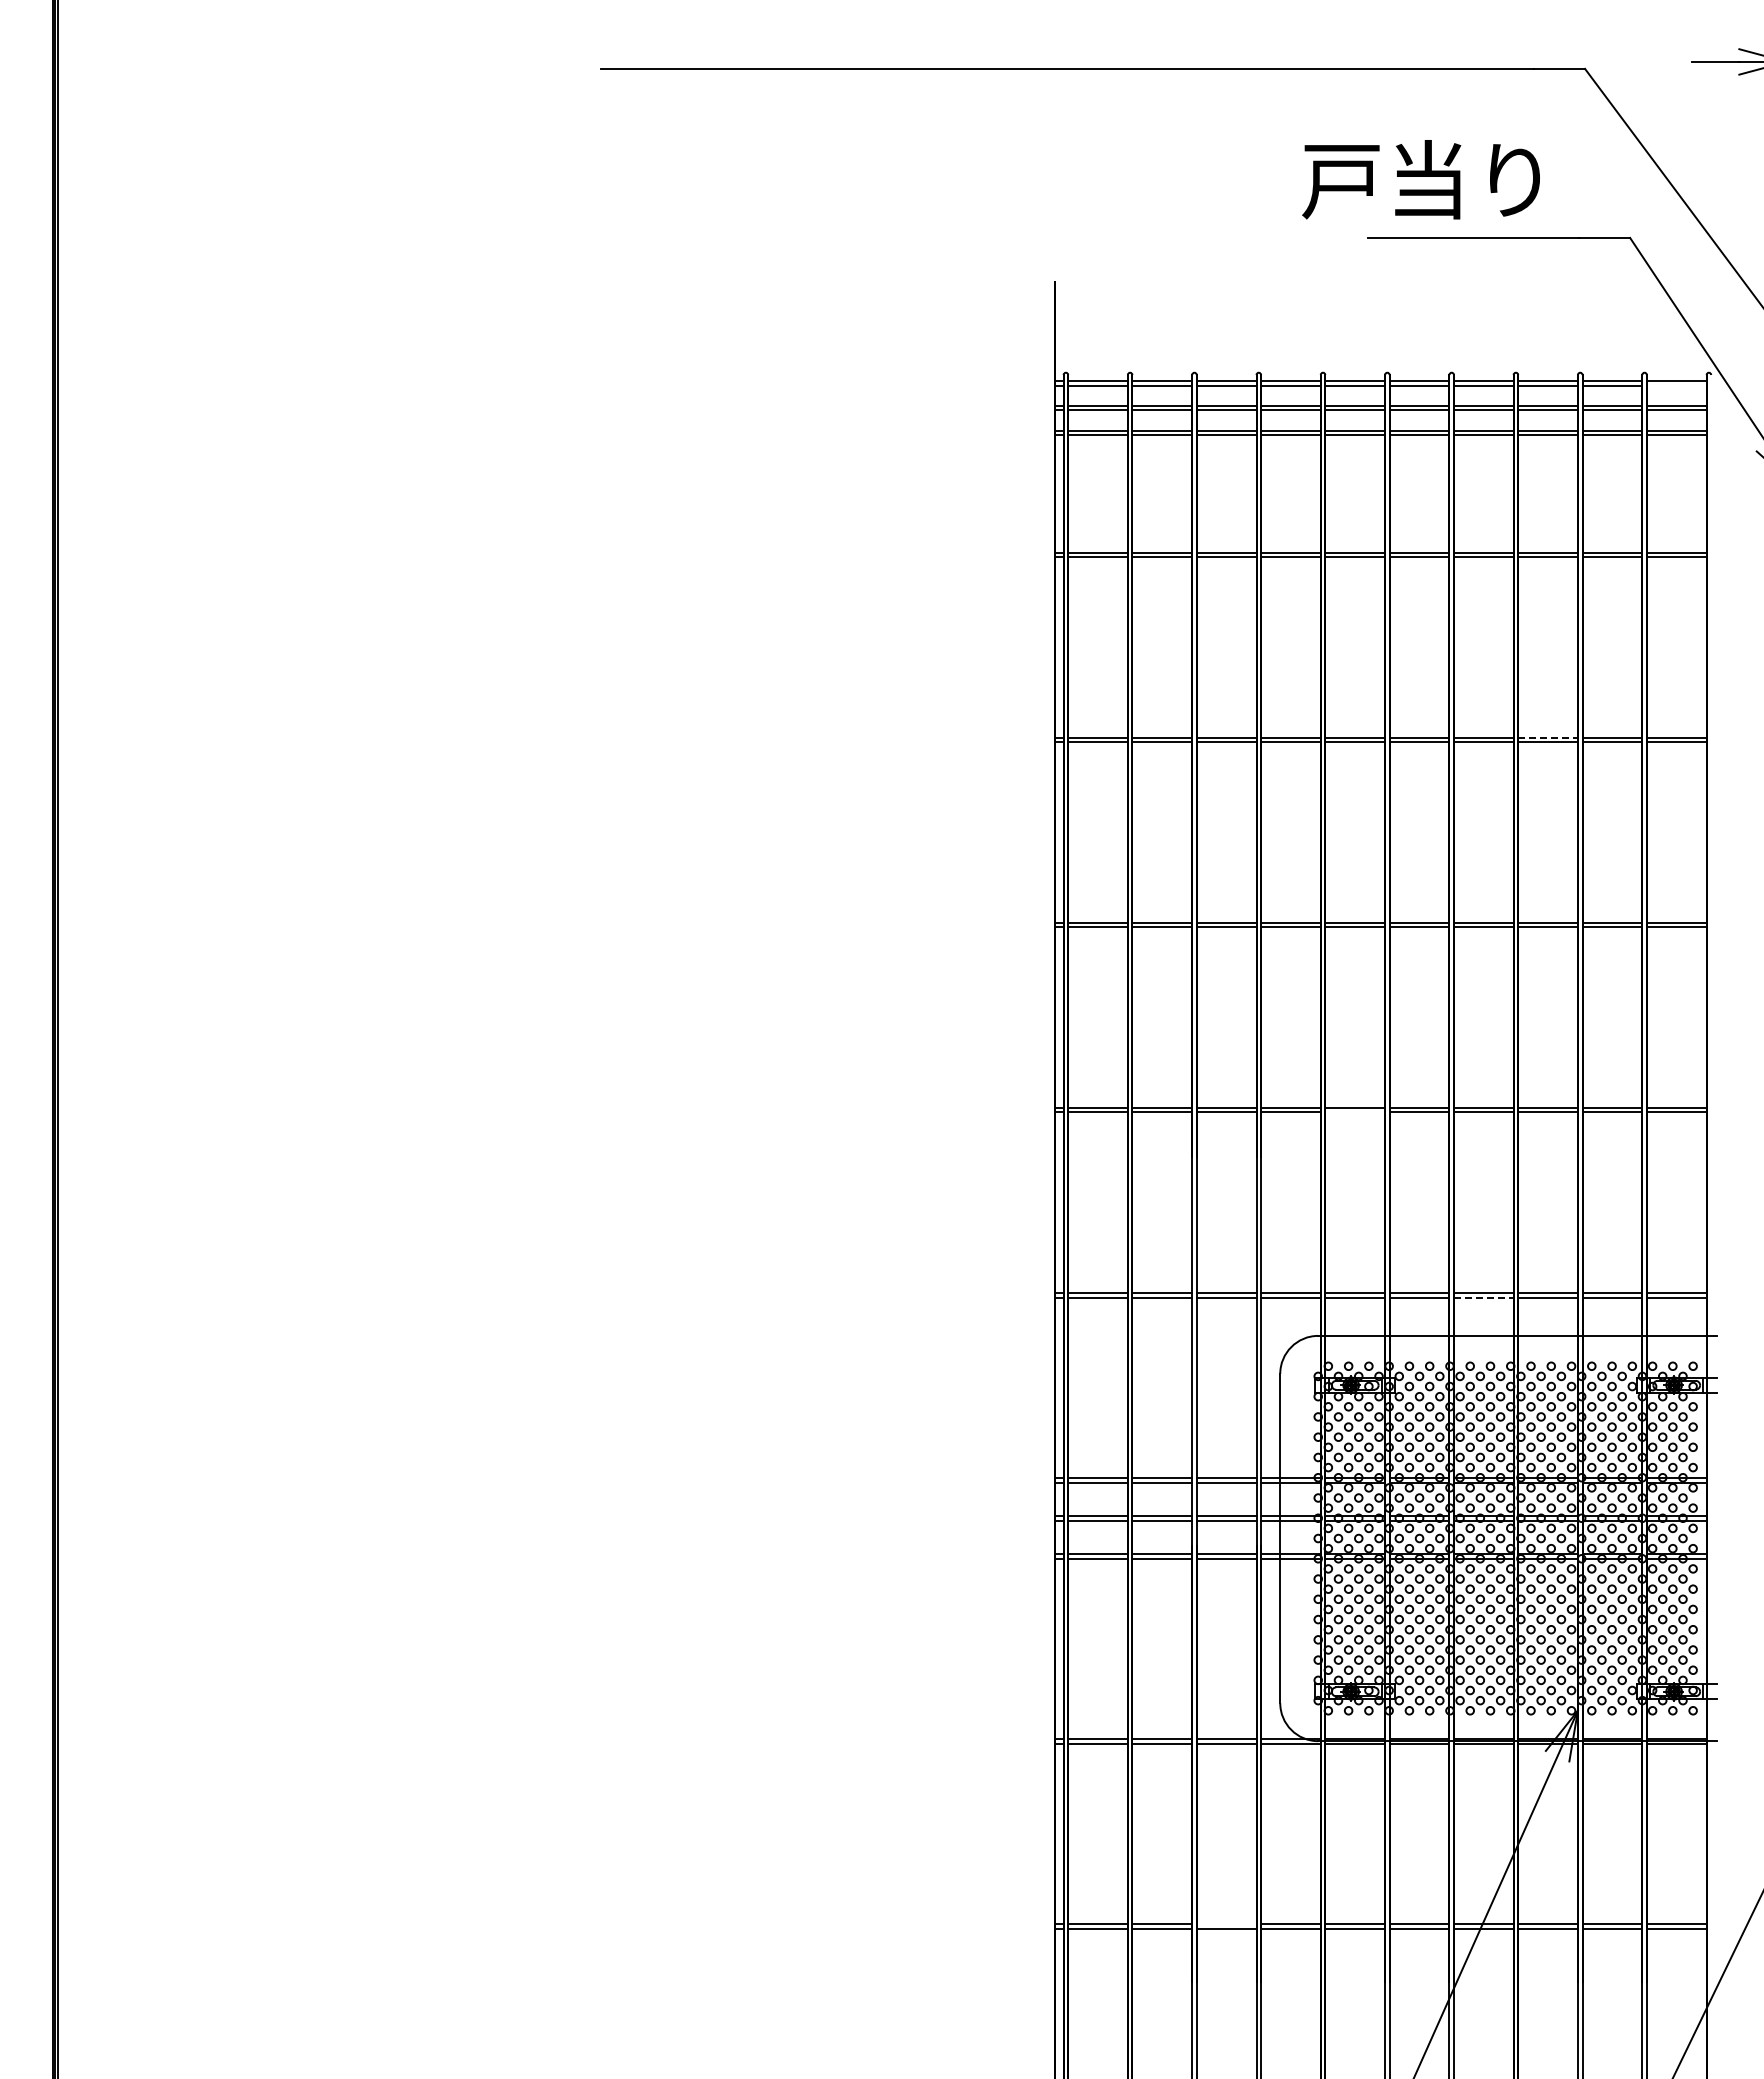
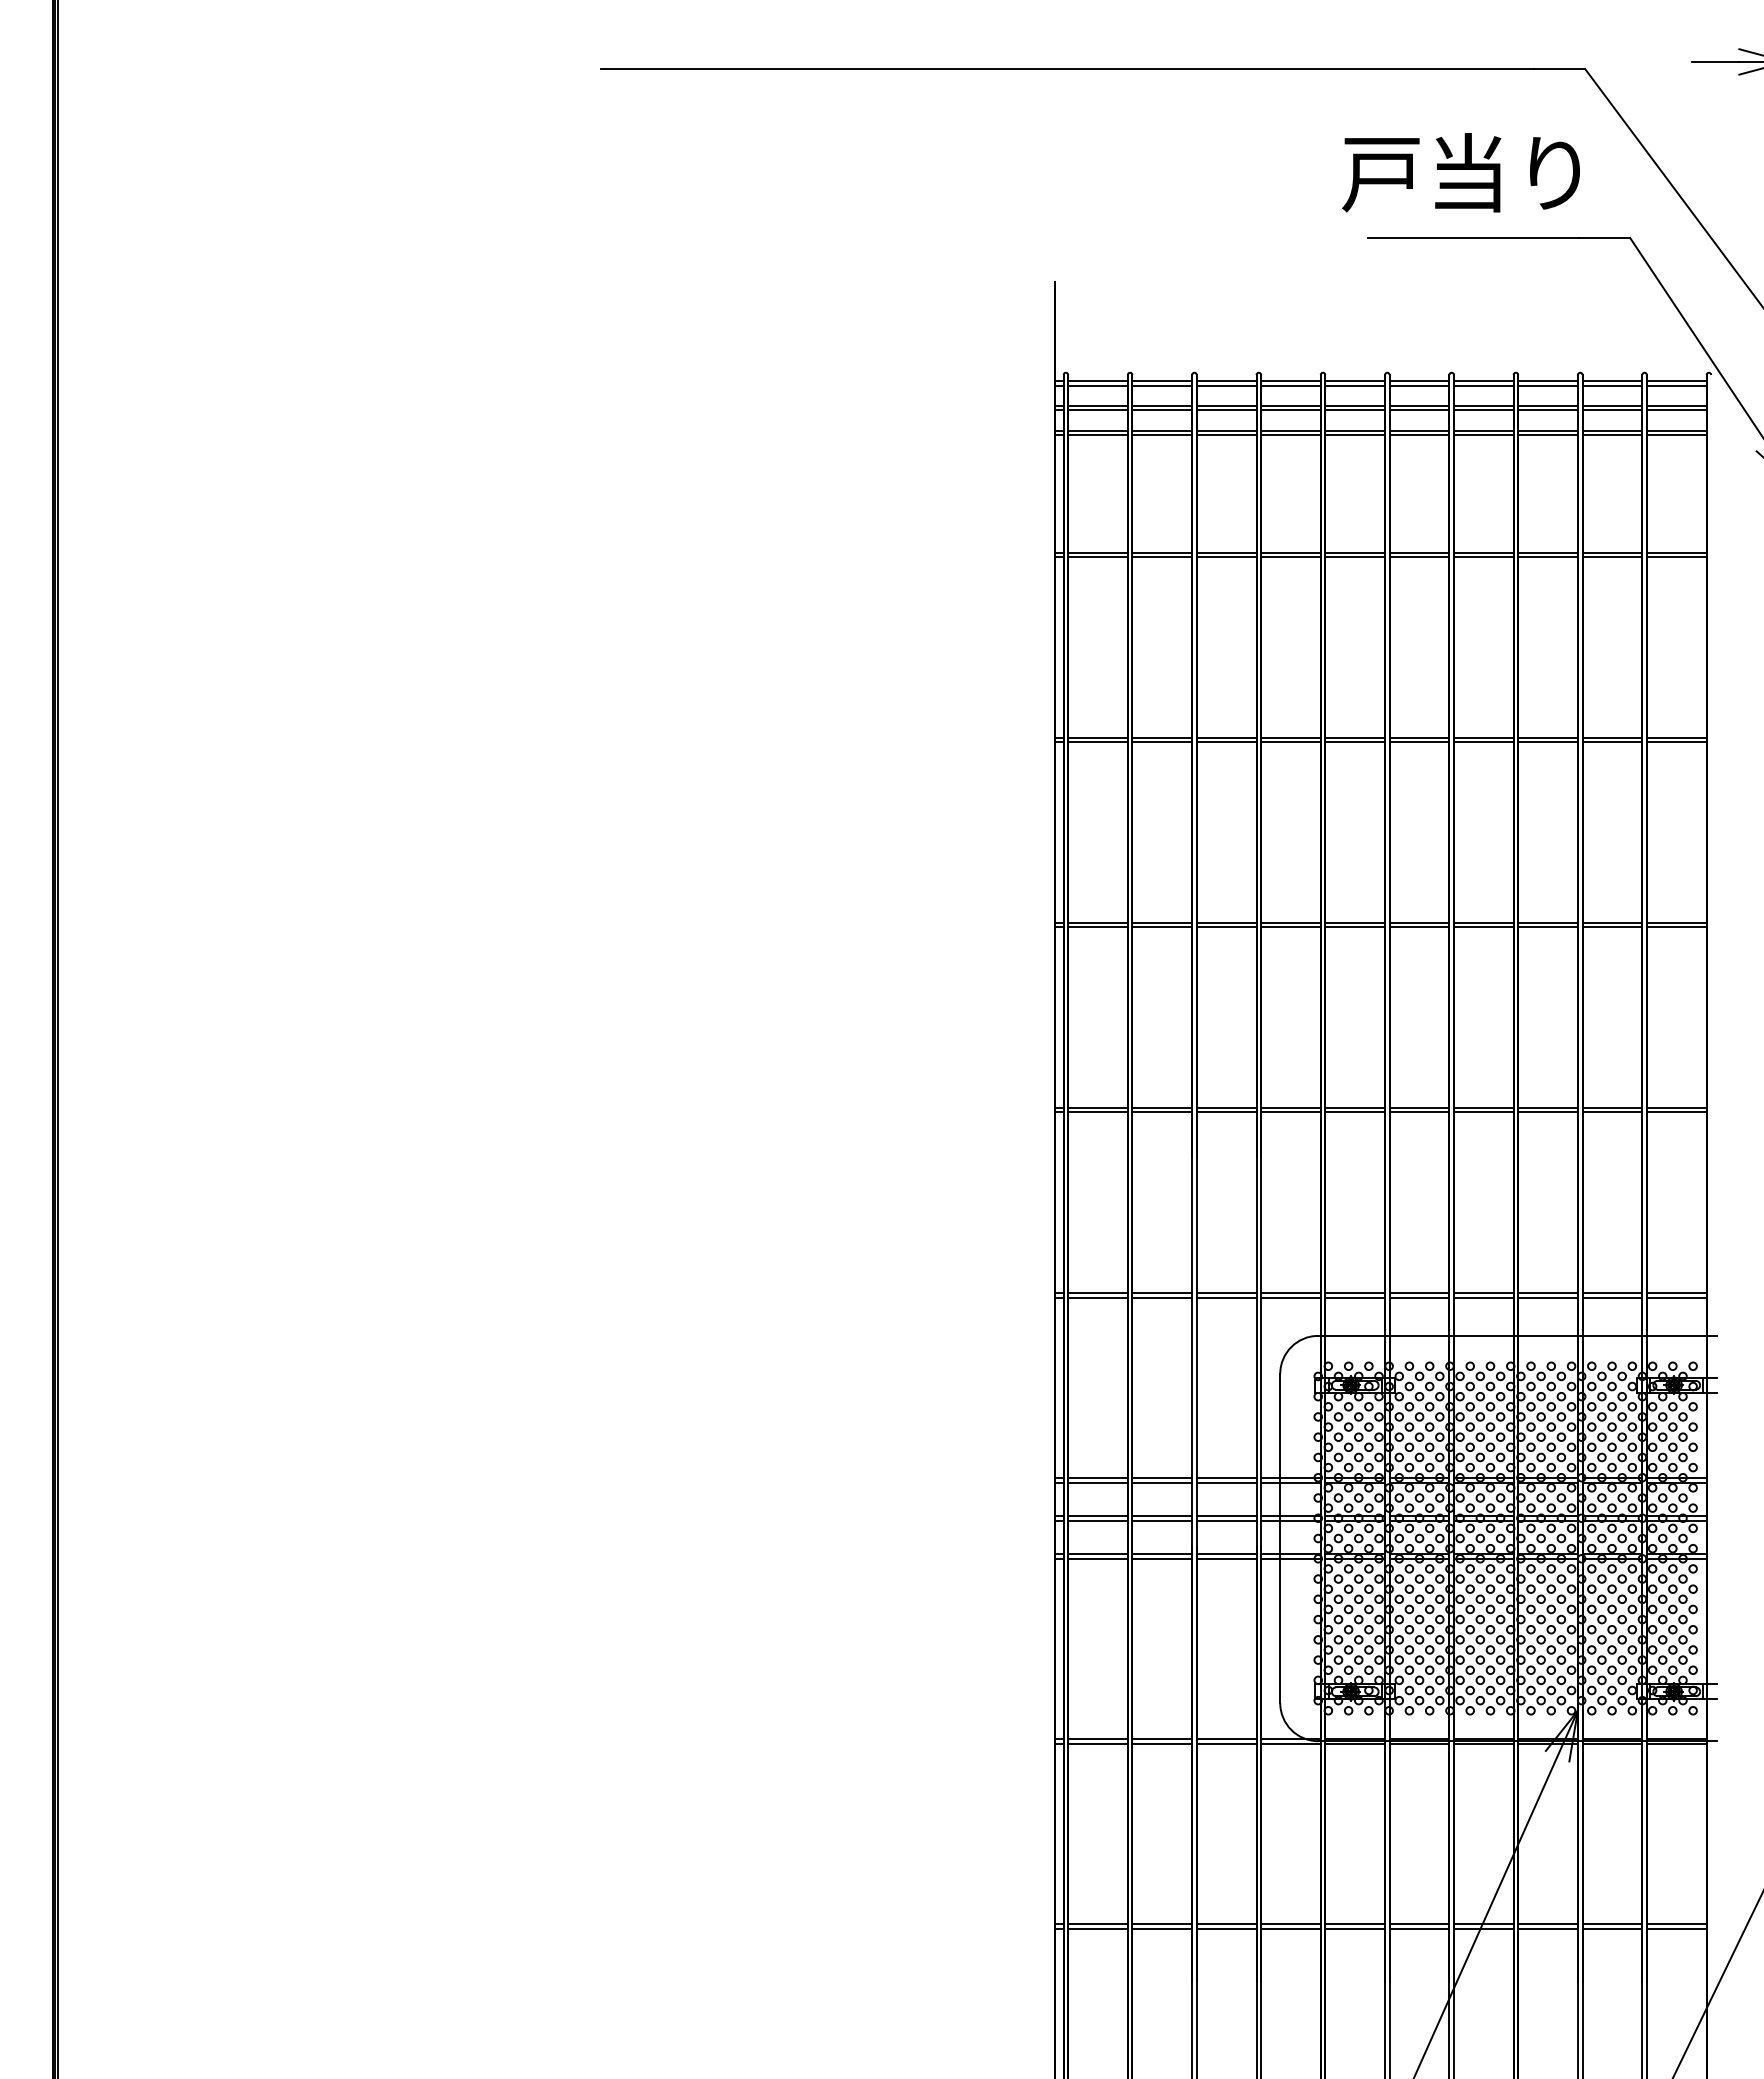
text at (1420, 179) position: (1420, 179) -> (1460, 172)
line at (1676, 385): none -> present
line at (1548, 737): dashed -> solid
line at (1355, 1112): none -> present
line at (1483, 1297): dashed -> solid
line at (1226, 1924): none -> present
